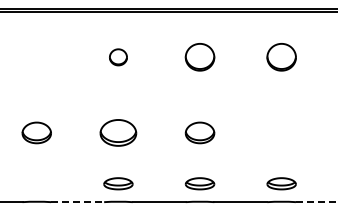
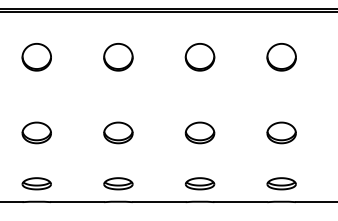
part at (36, 57): none -> present
part at (118, 57) size: 19x19 px -> 31x29 px
part at (118, 132) size: 39x28 px -> 31x24 px
part at (281, 132): none -> present
part at (36, 183): none -> present
line at (77, 202): dashed -> solid
line at (316, 202): dashed -> solid
